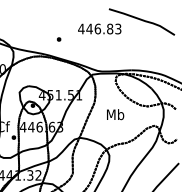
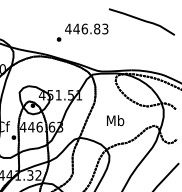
text at (99, 28) position: (99, 28) -> (86, 28)
text at (115, 114) position: (115, 114) -> (115, 120)
